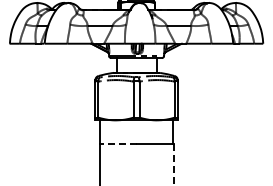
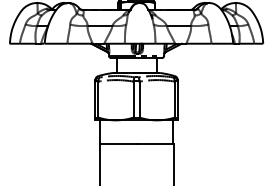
line at (117, 143): dashed -> solid
line at (173, 164): dashed -> solid
